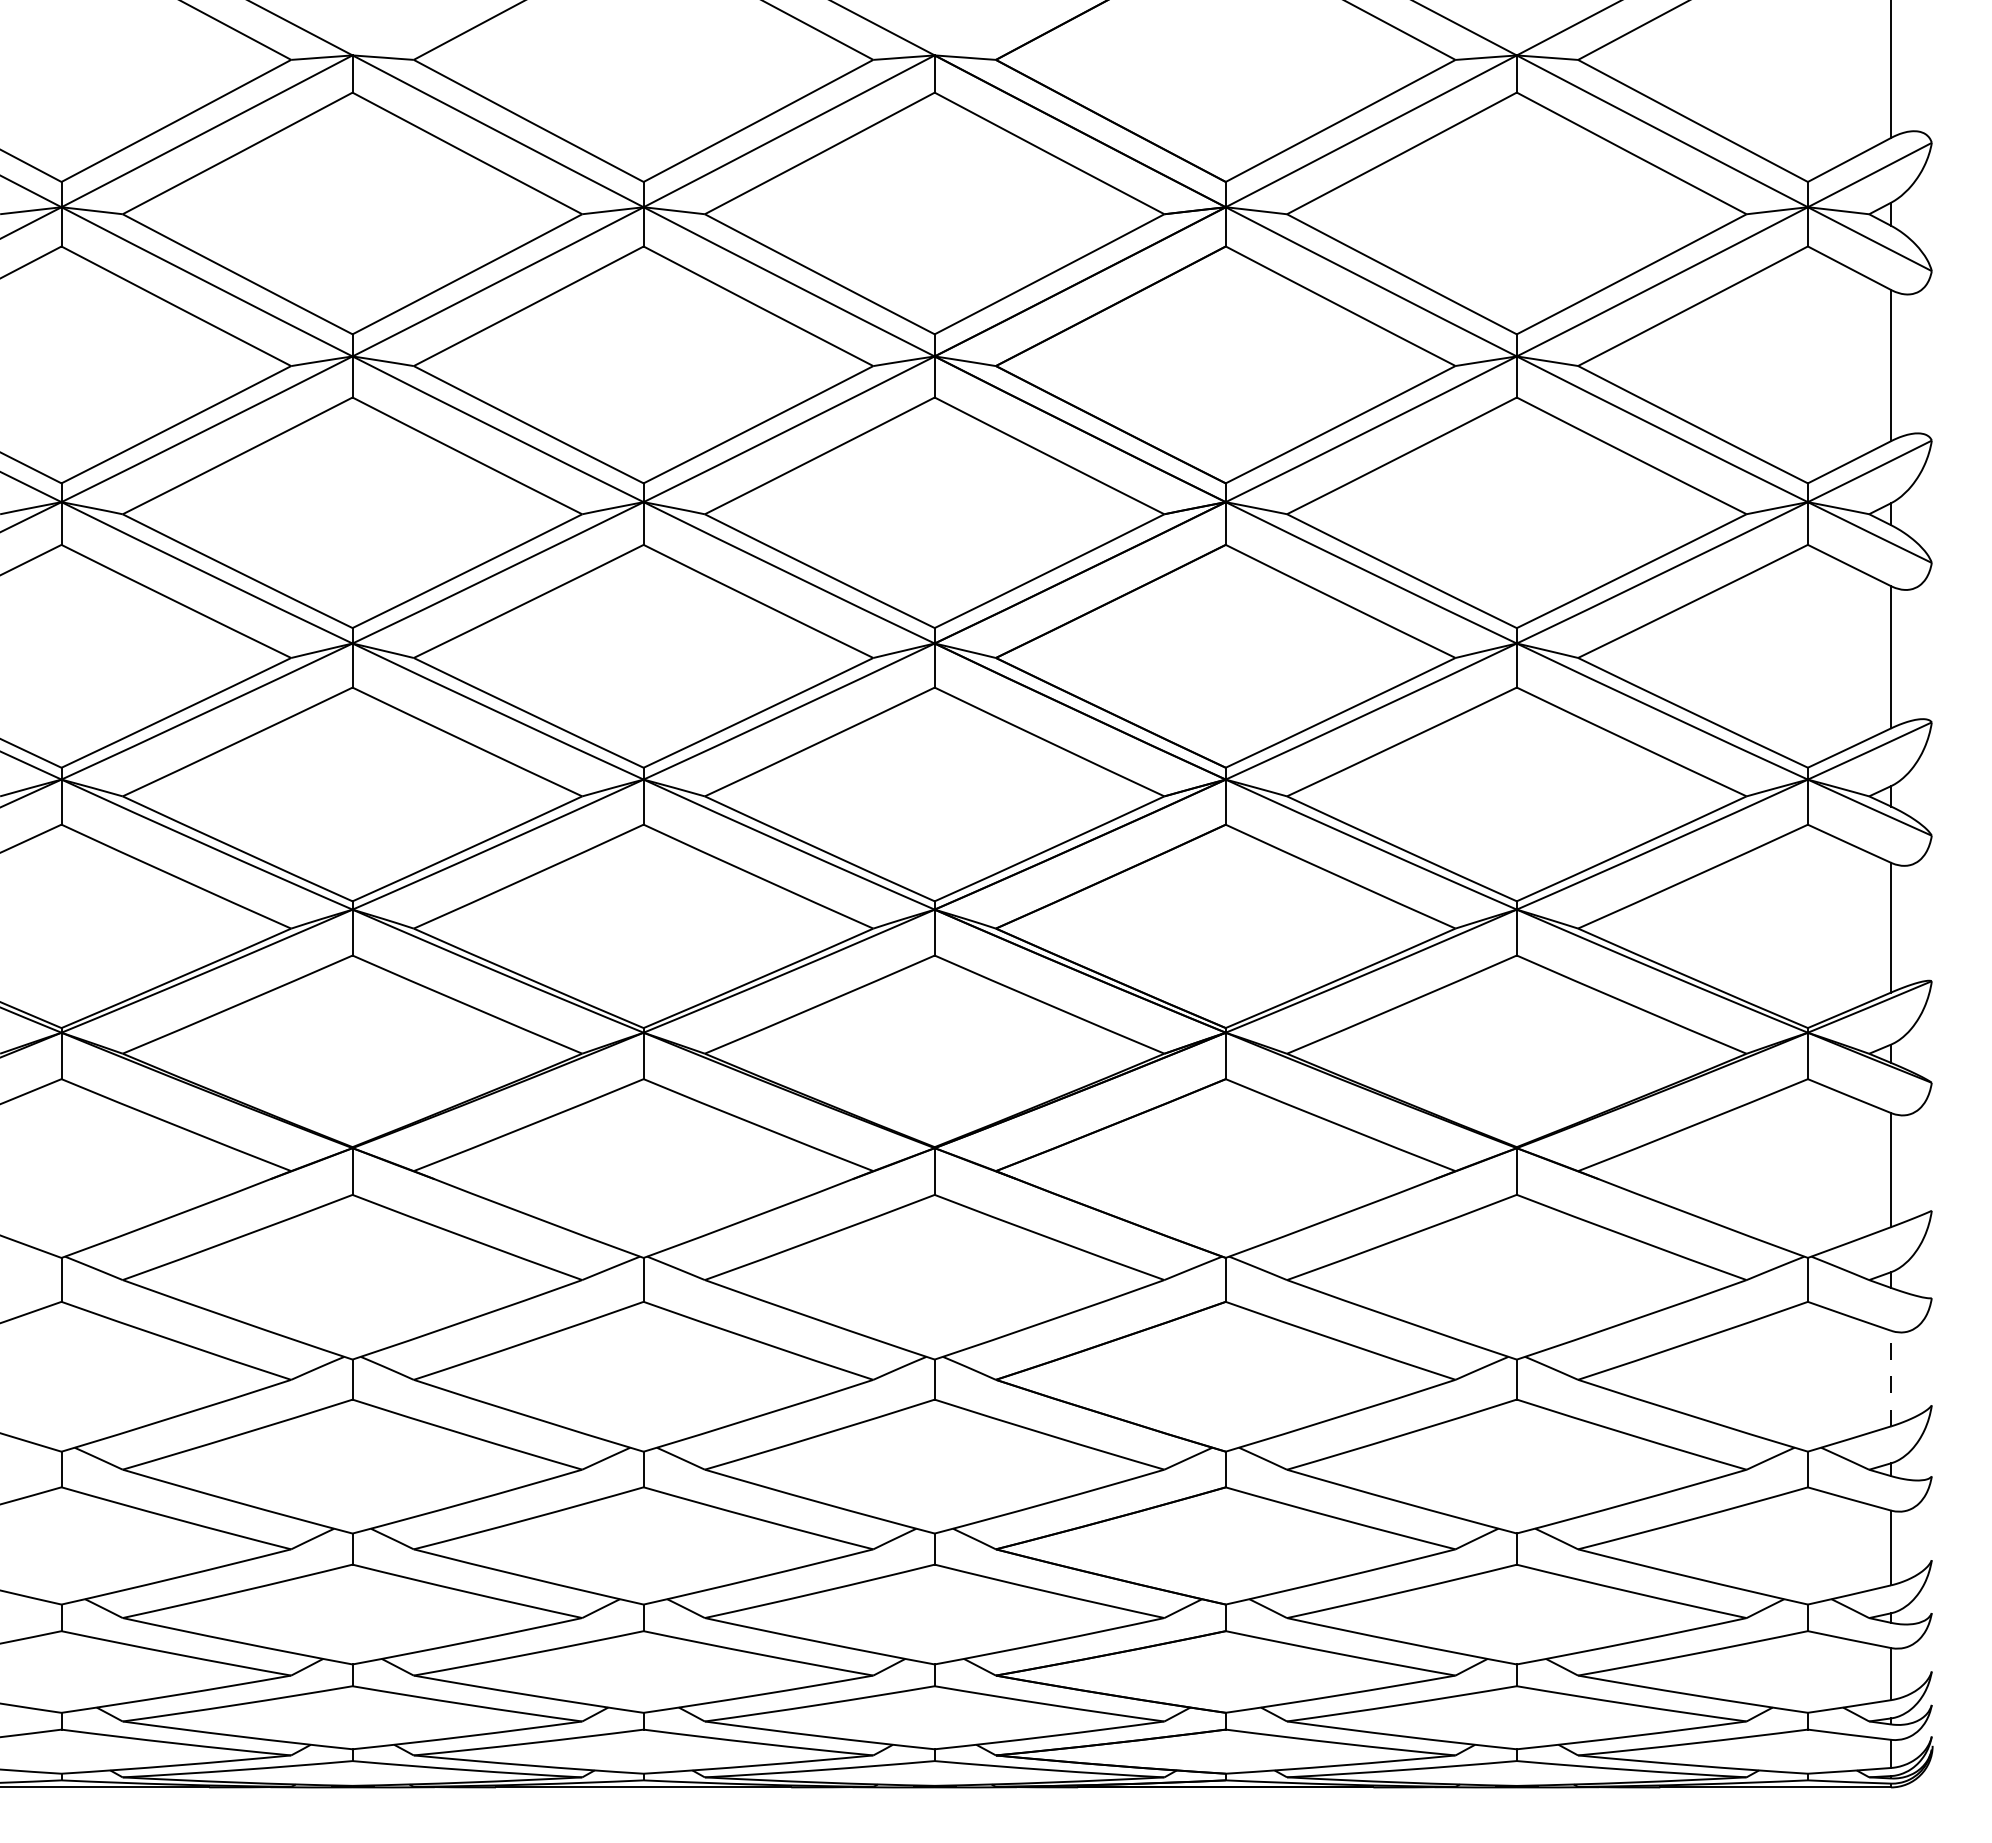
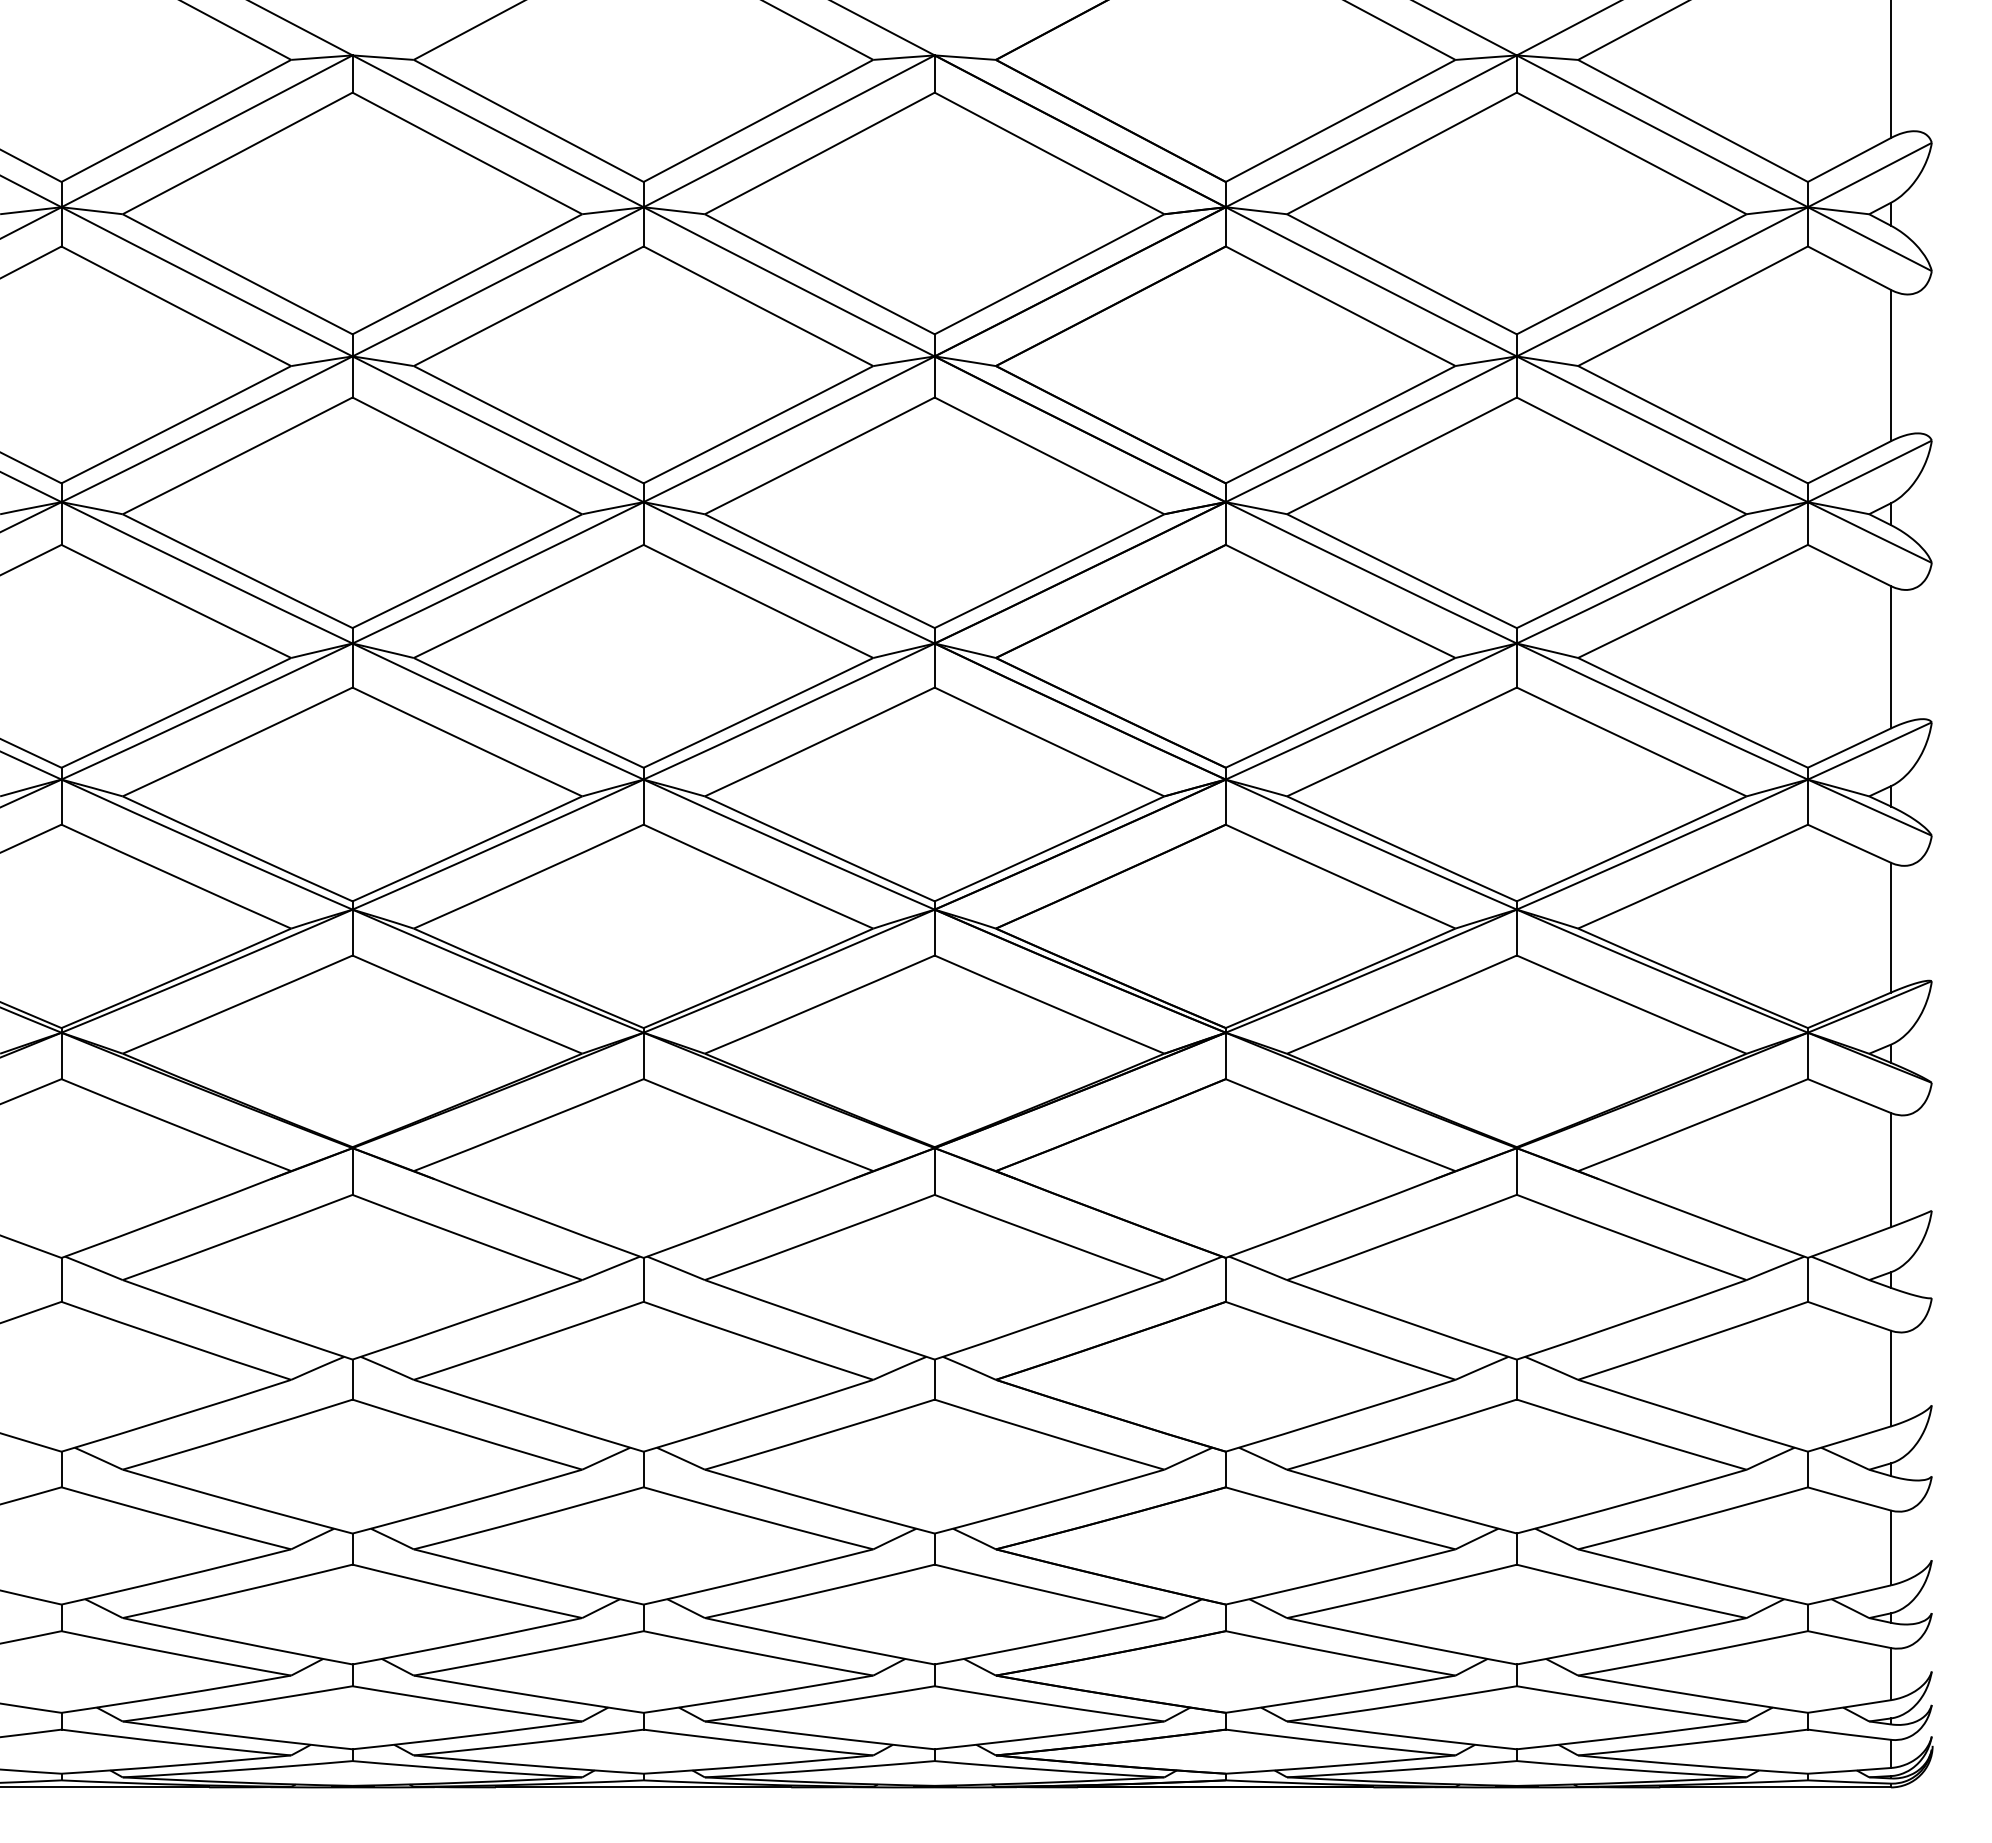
line at (1891, 1378): dashed -> solid
